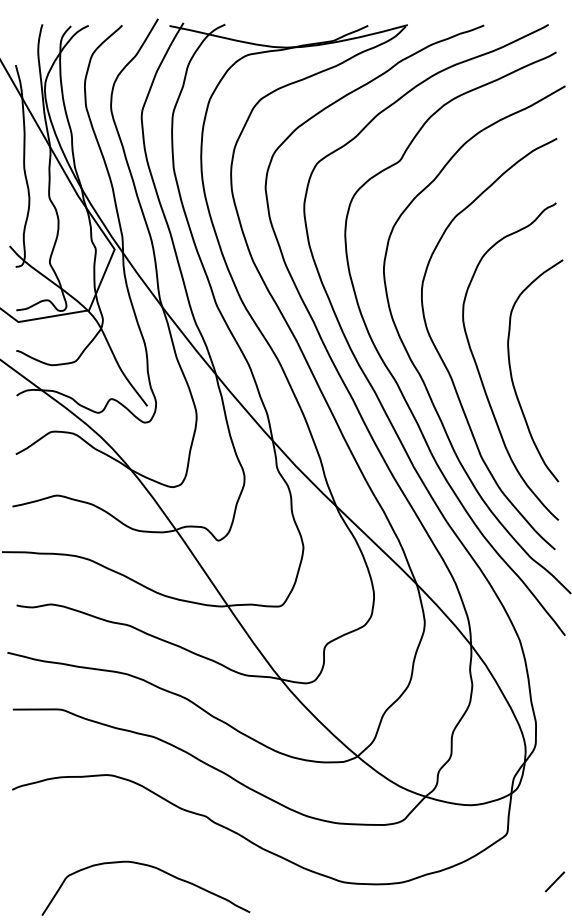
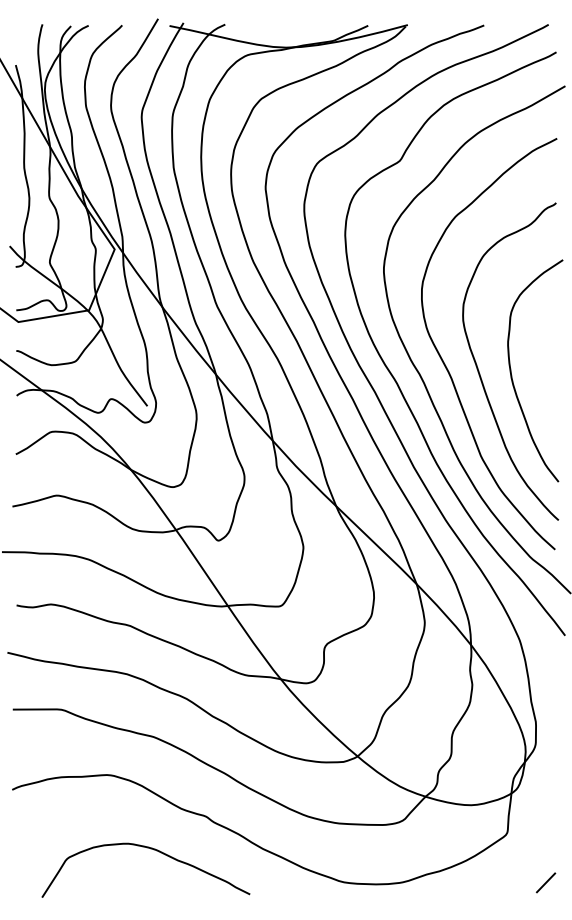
curve at (150, 867) position: (150, 867) -> (150, 849)
line at (554, 881) position: (554, 881) -> (545, 882)
